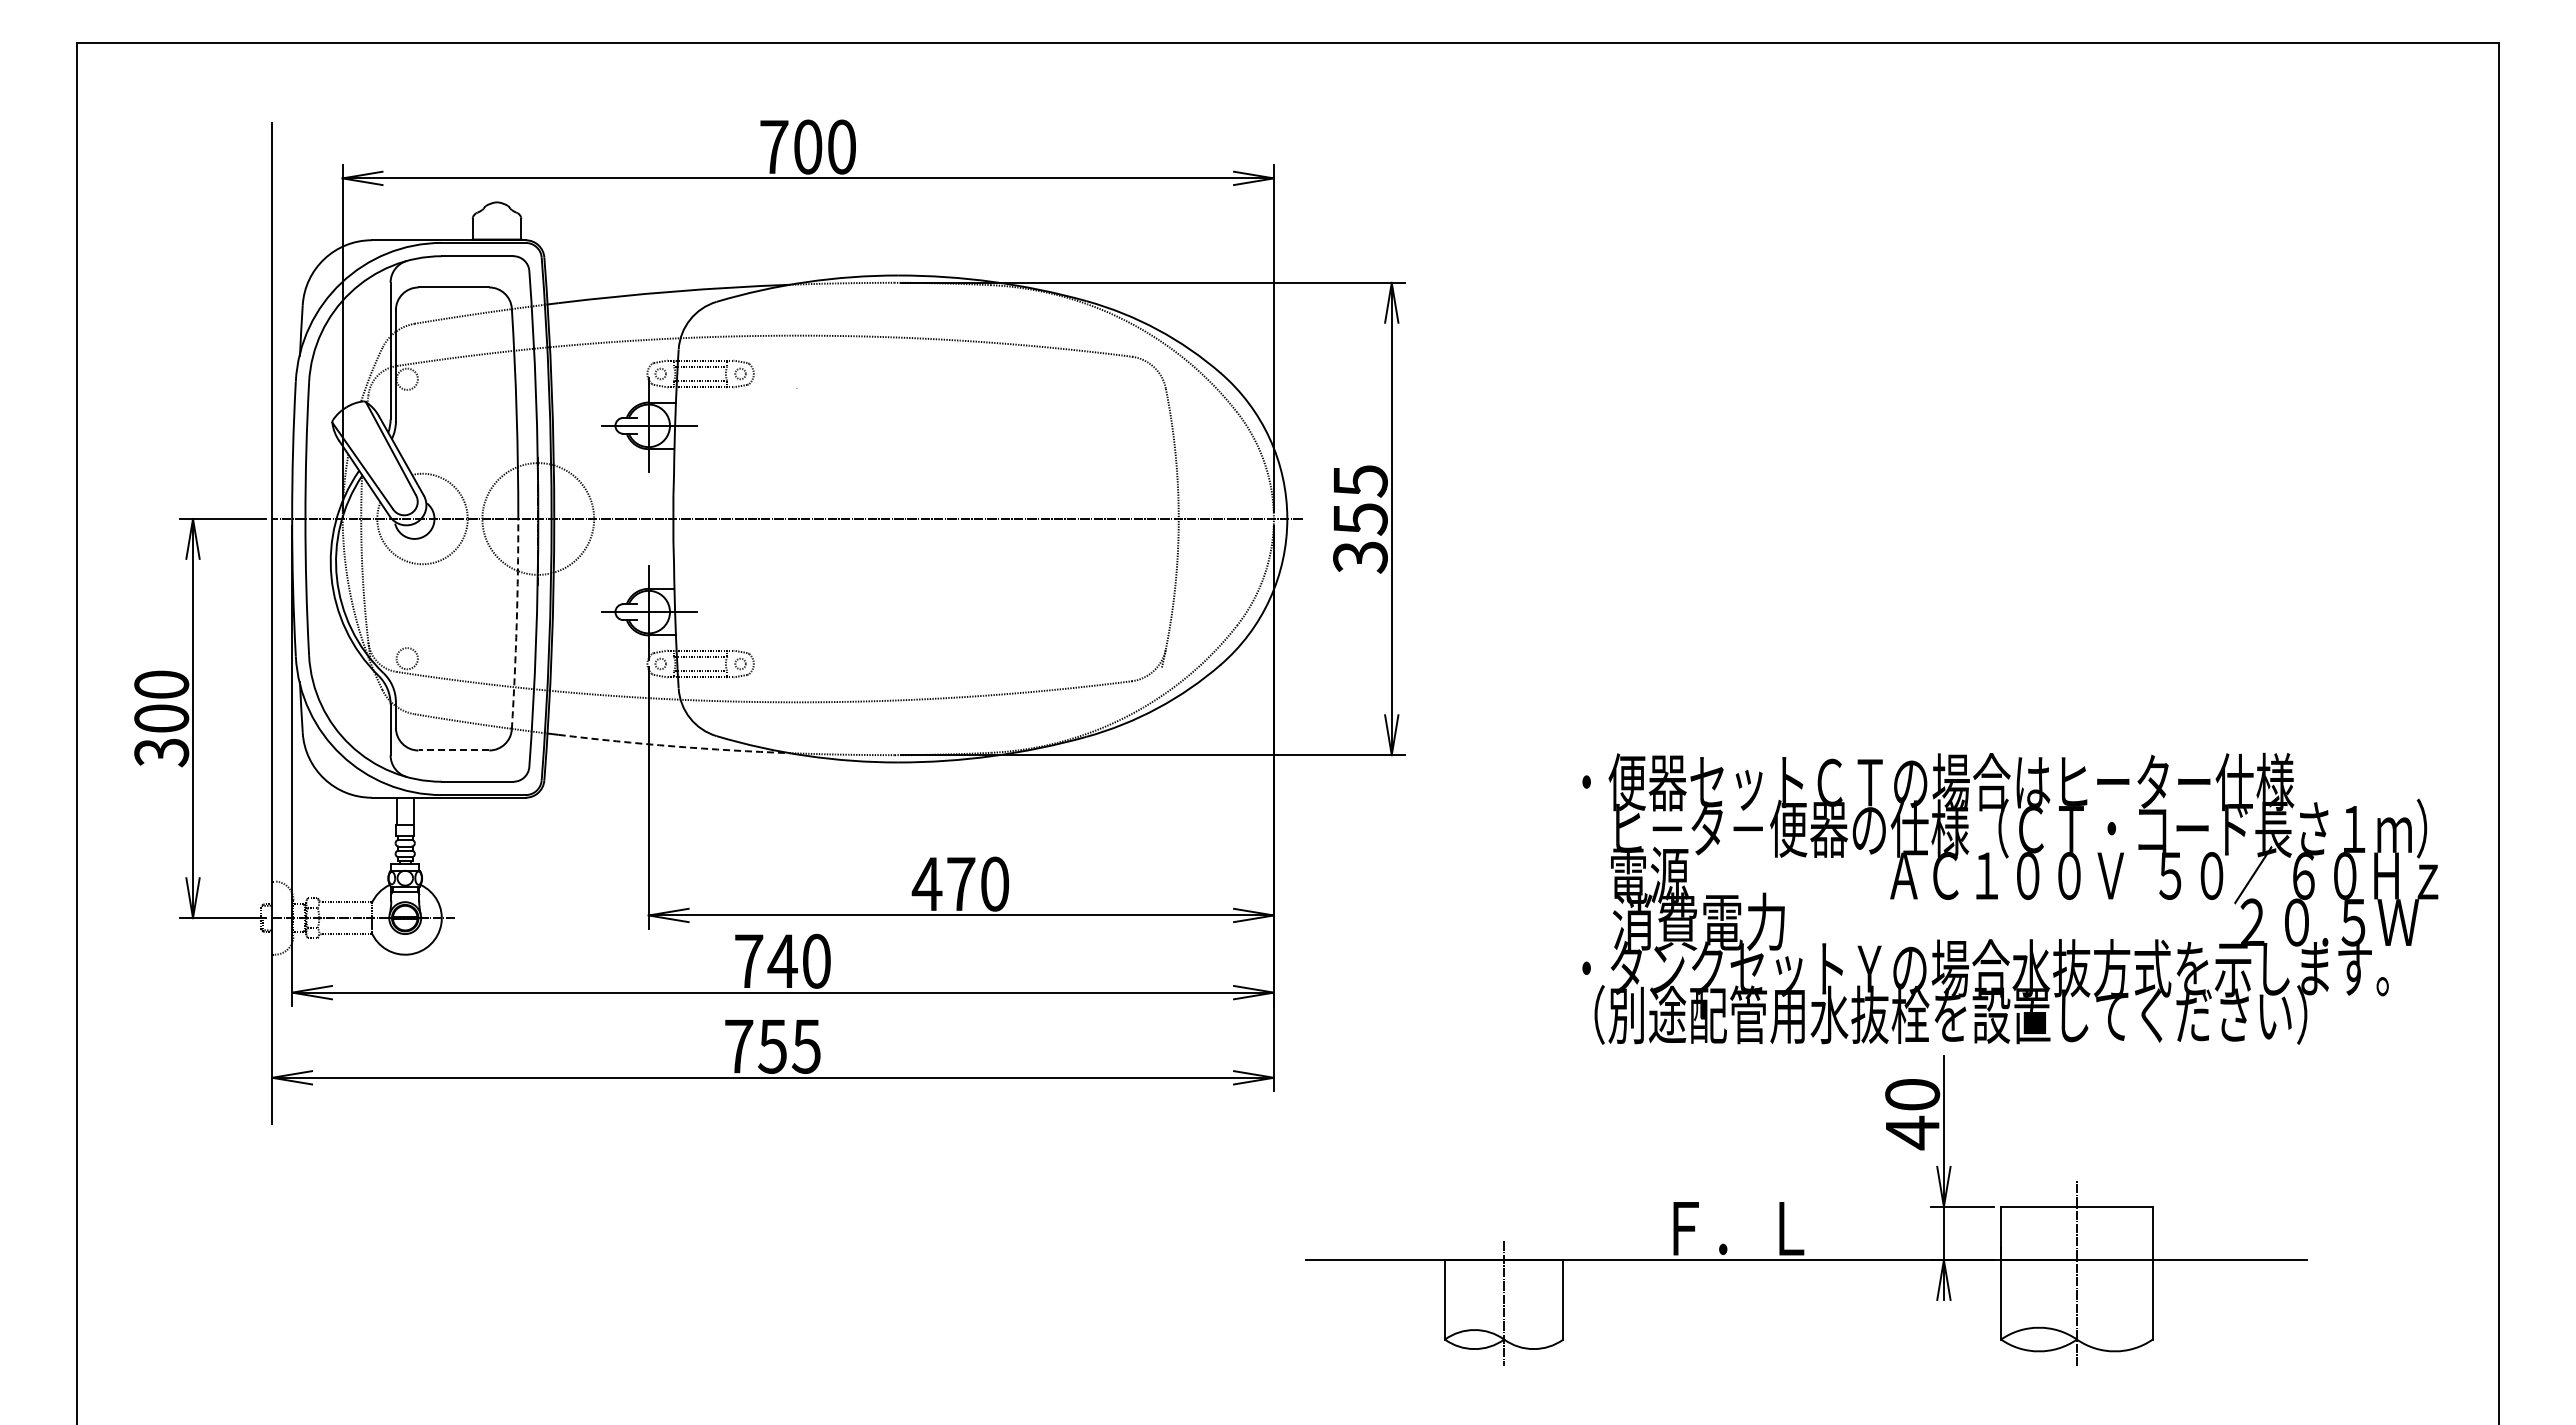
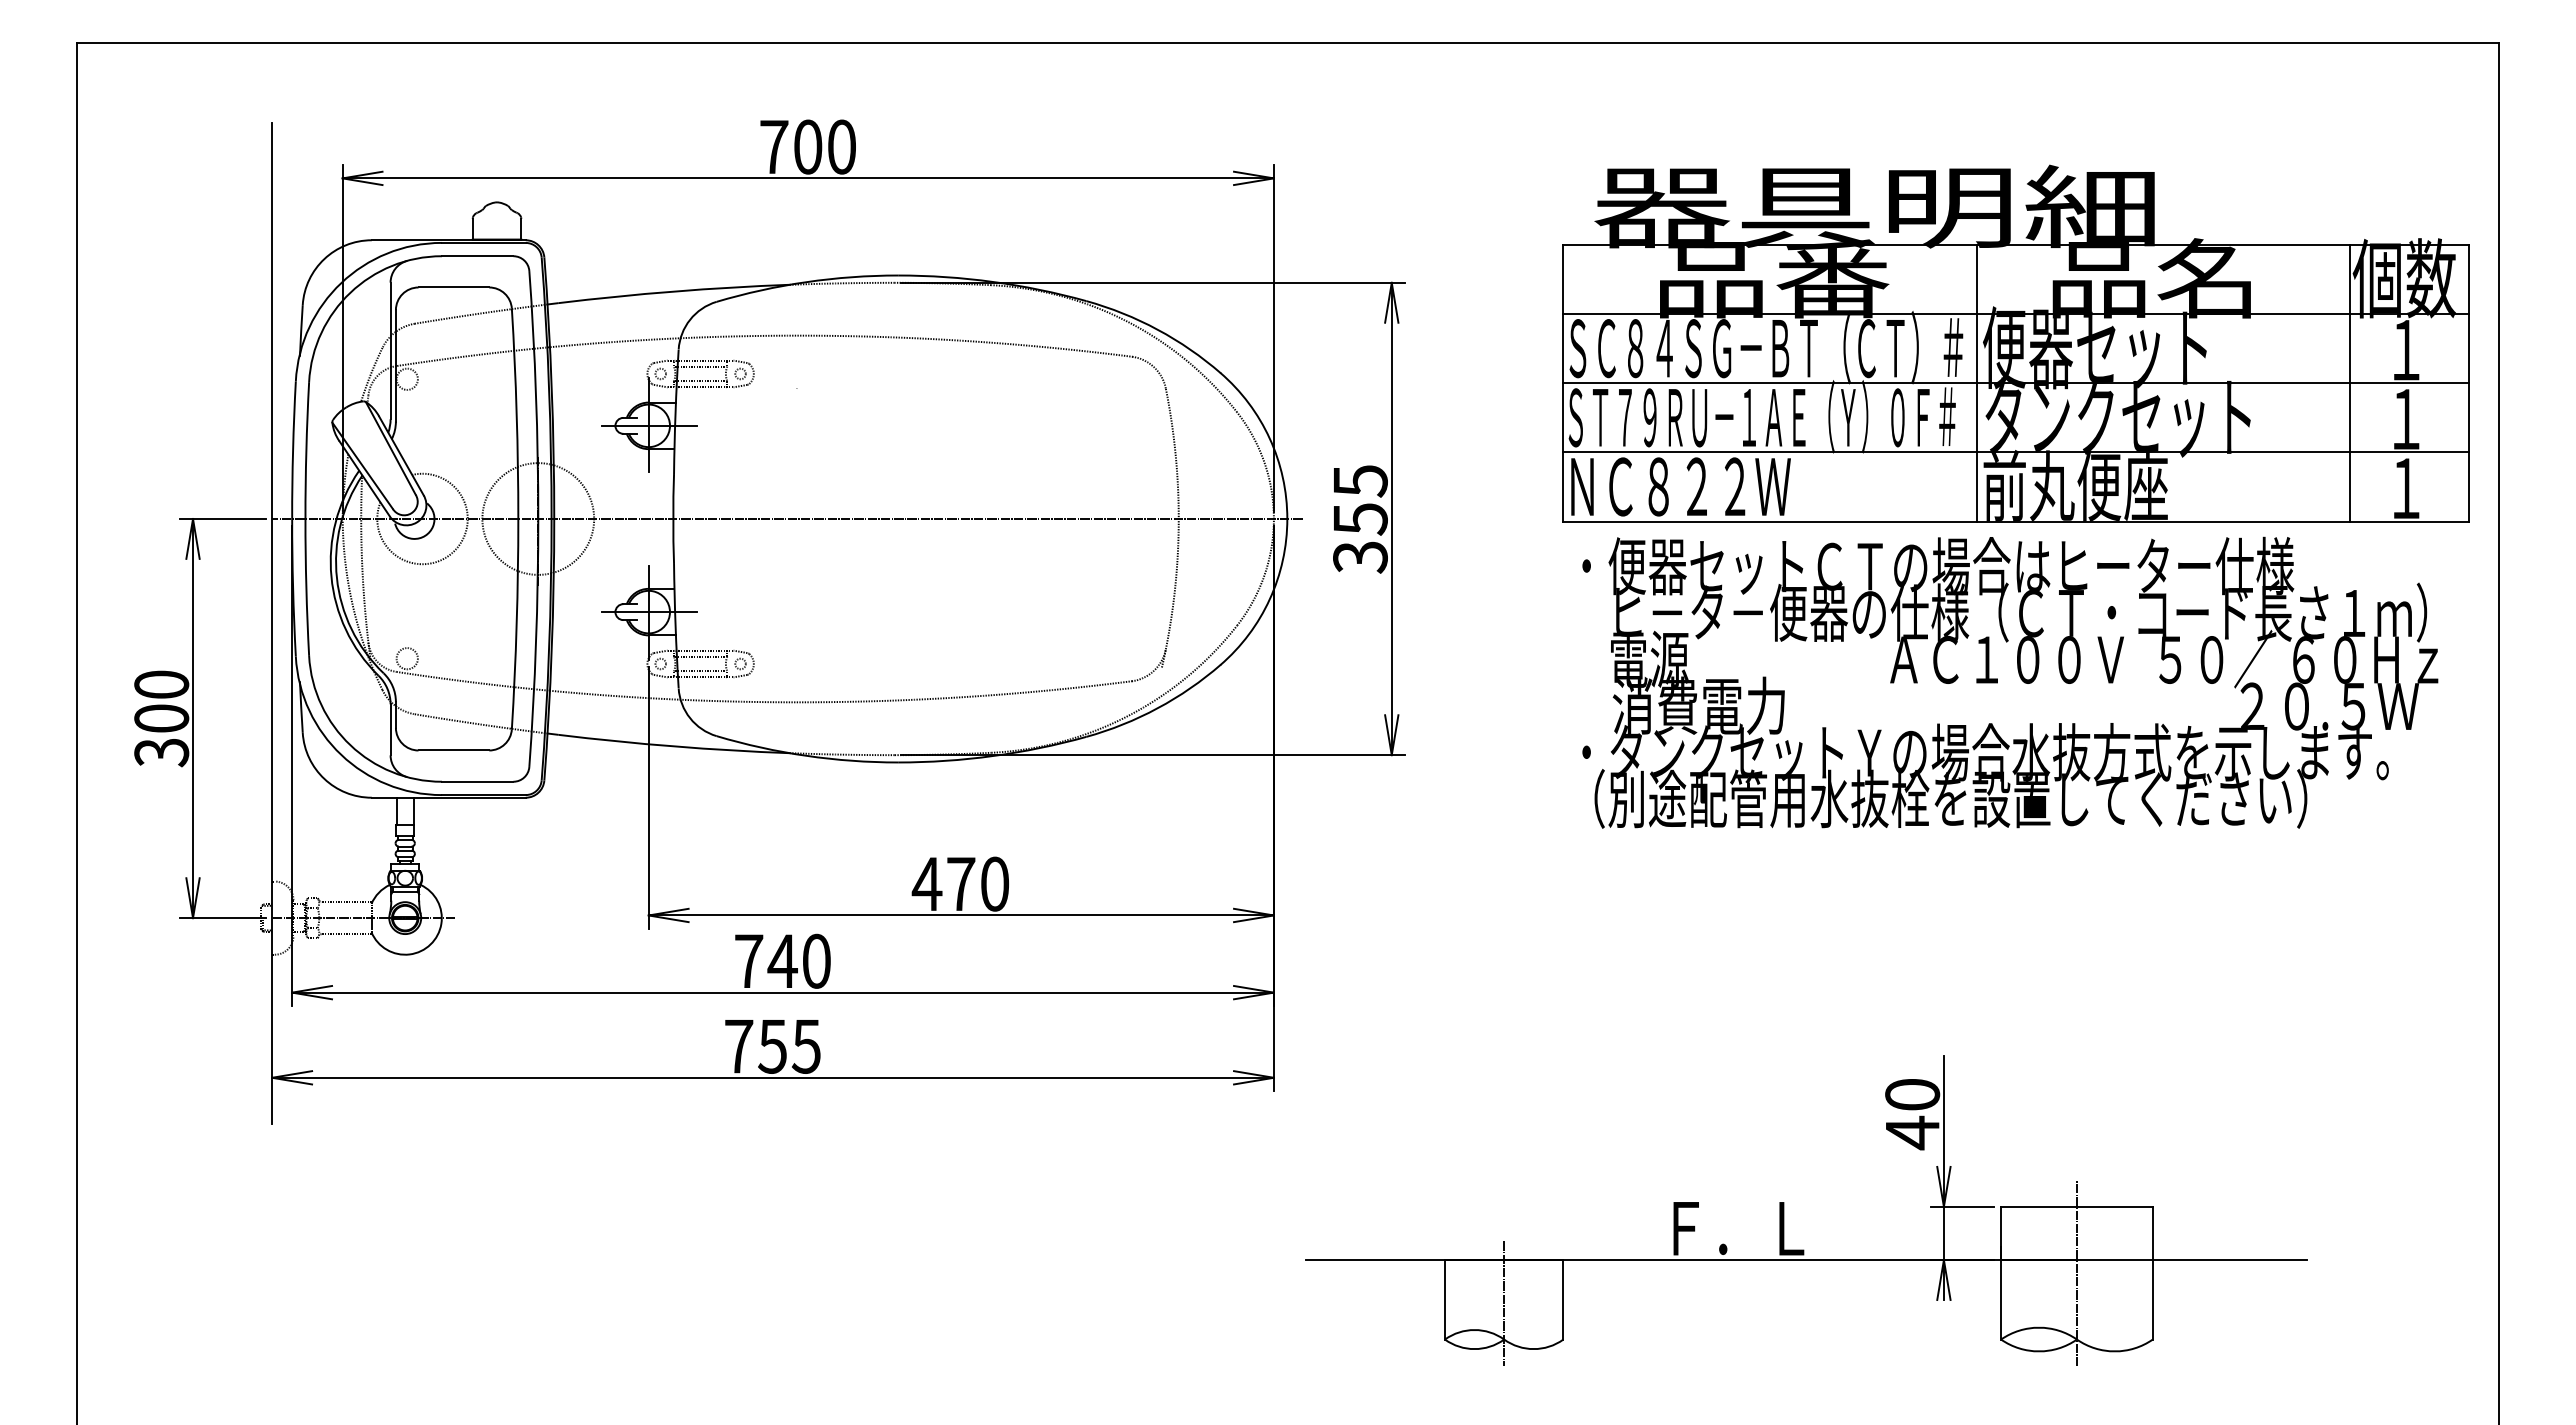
part at (2015, 343): none -> present
arc at (516, 624): dashed -> solid
arc at (673, 746): dashed -> solid
line at (453, 750): dashed -> solid
text at (2010, 898) position: (2010, 898) -> (2010, 682)
